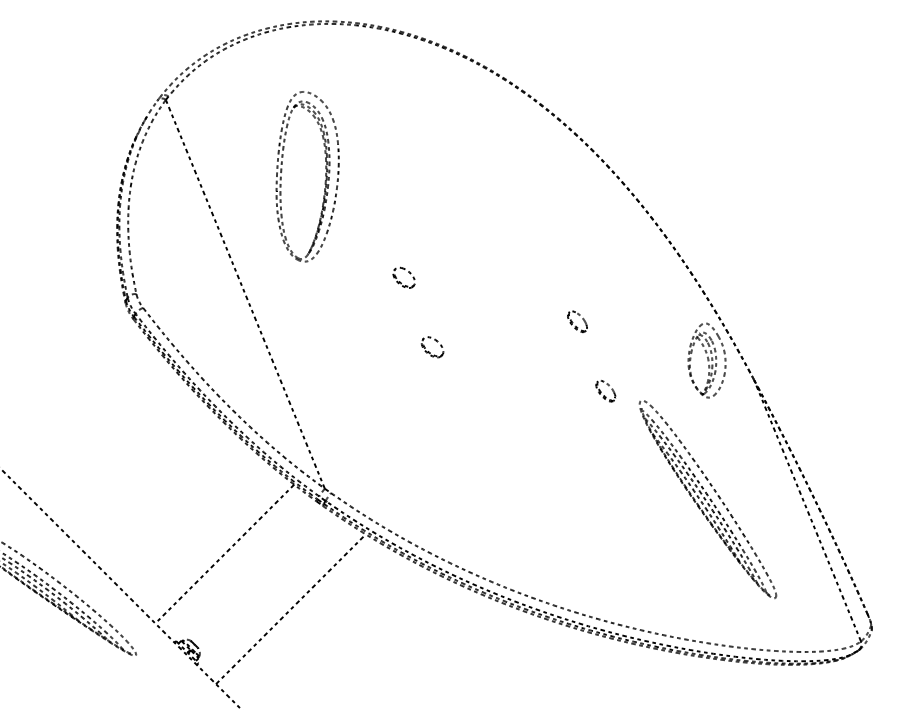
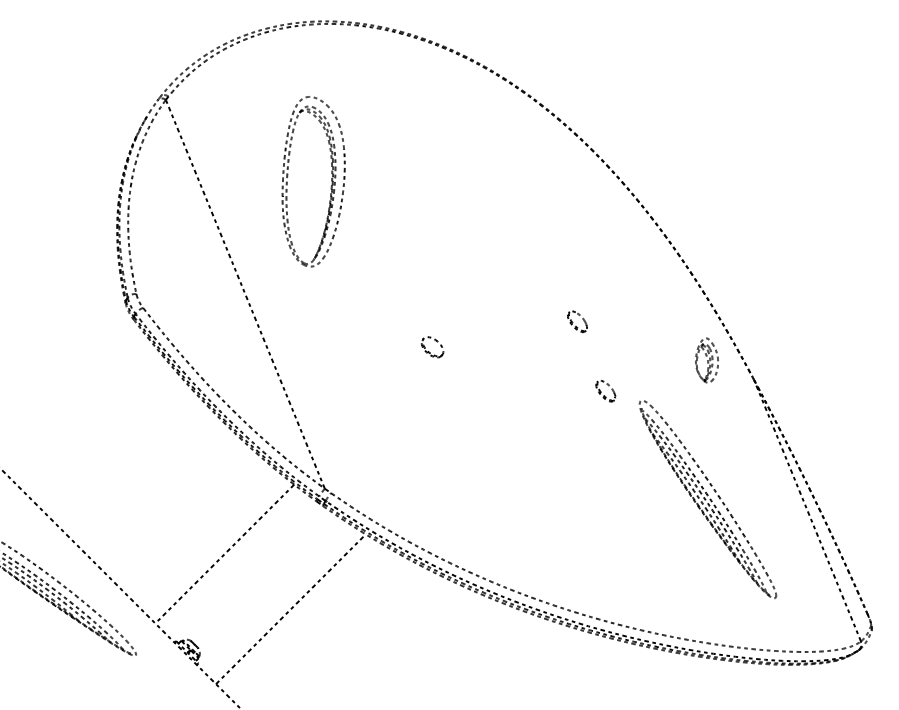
part at (324, 181) position: (324, 181) -> (330, 186)
part at (403, 277): present -> none
part at (706, 360) size: 40x77 px -> 24x47 px
